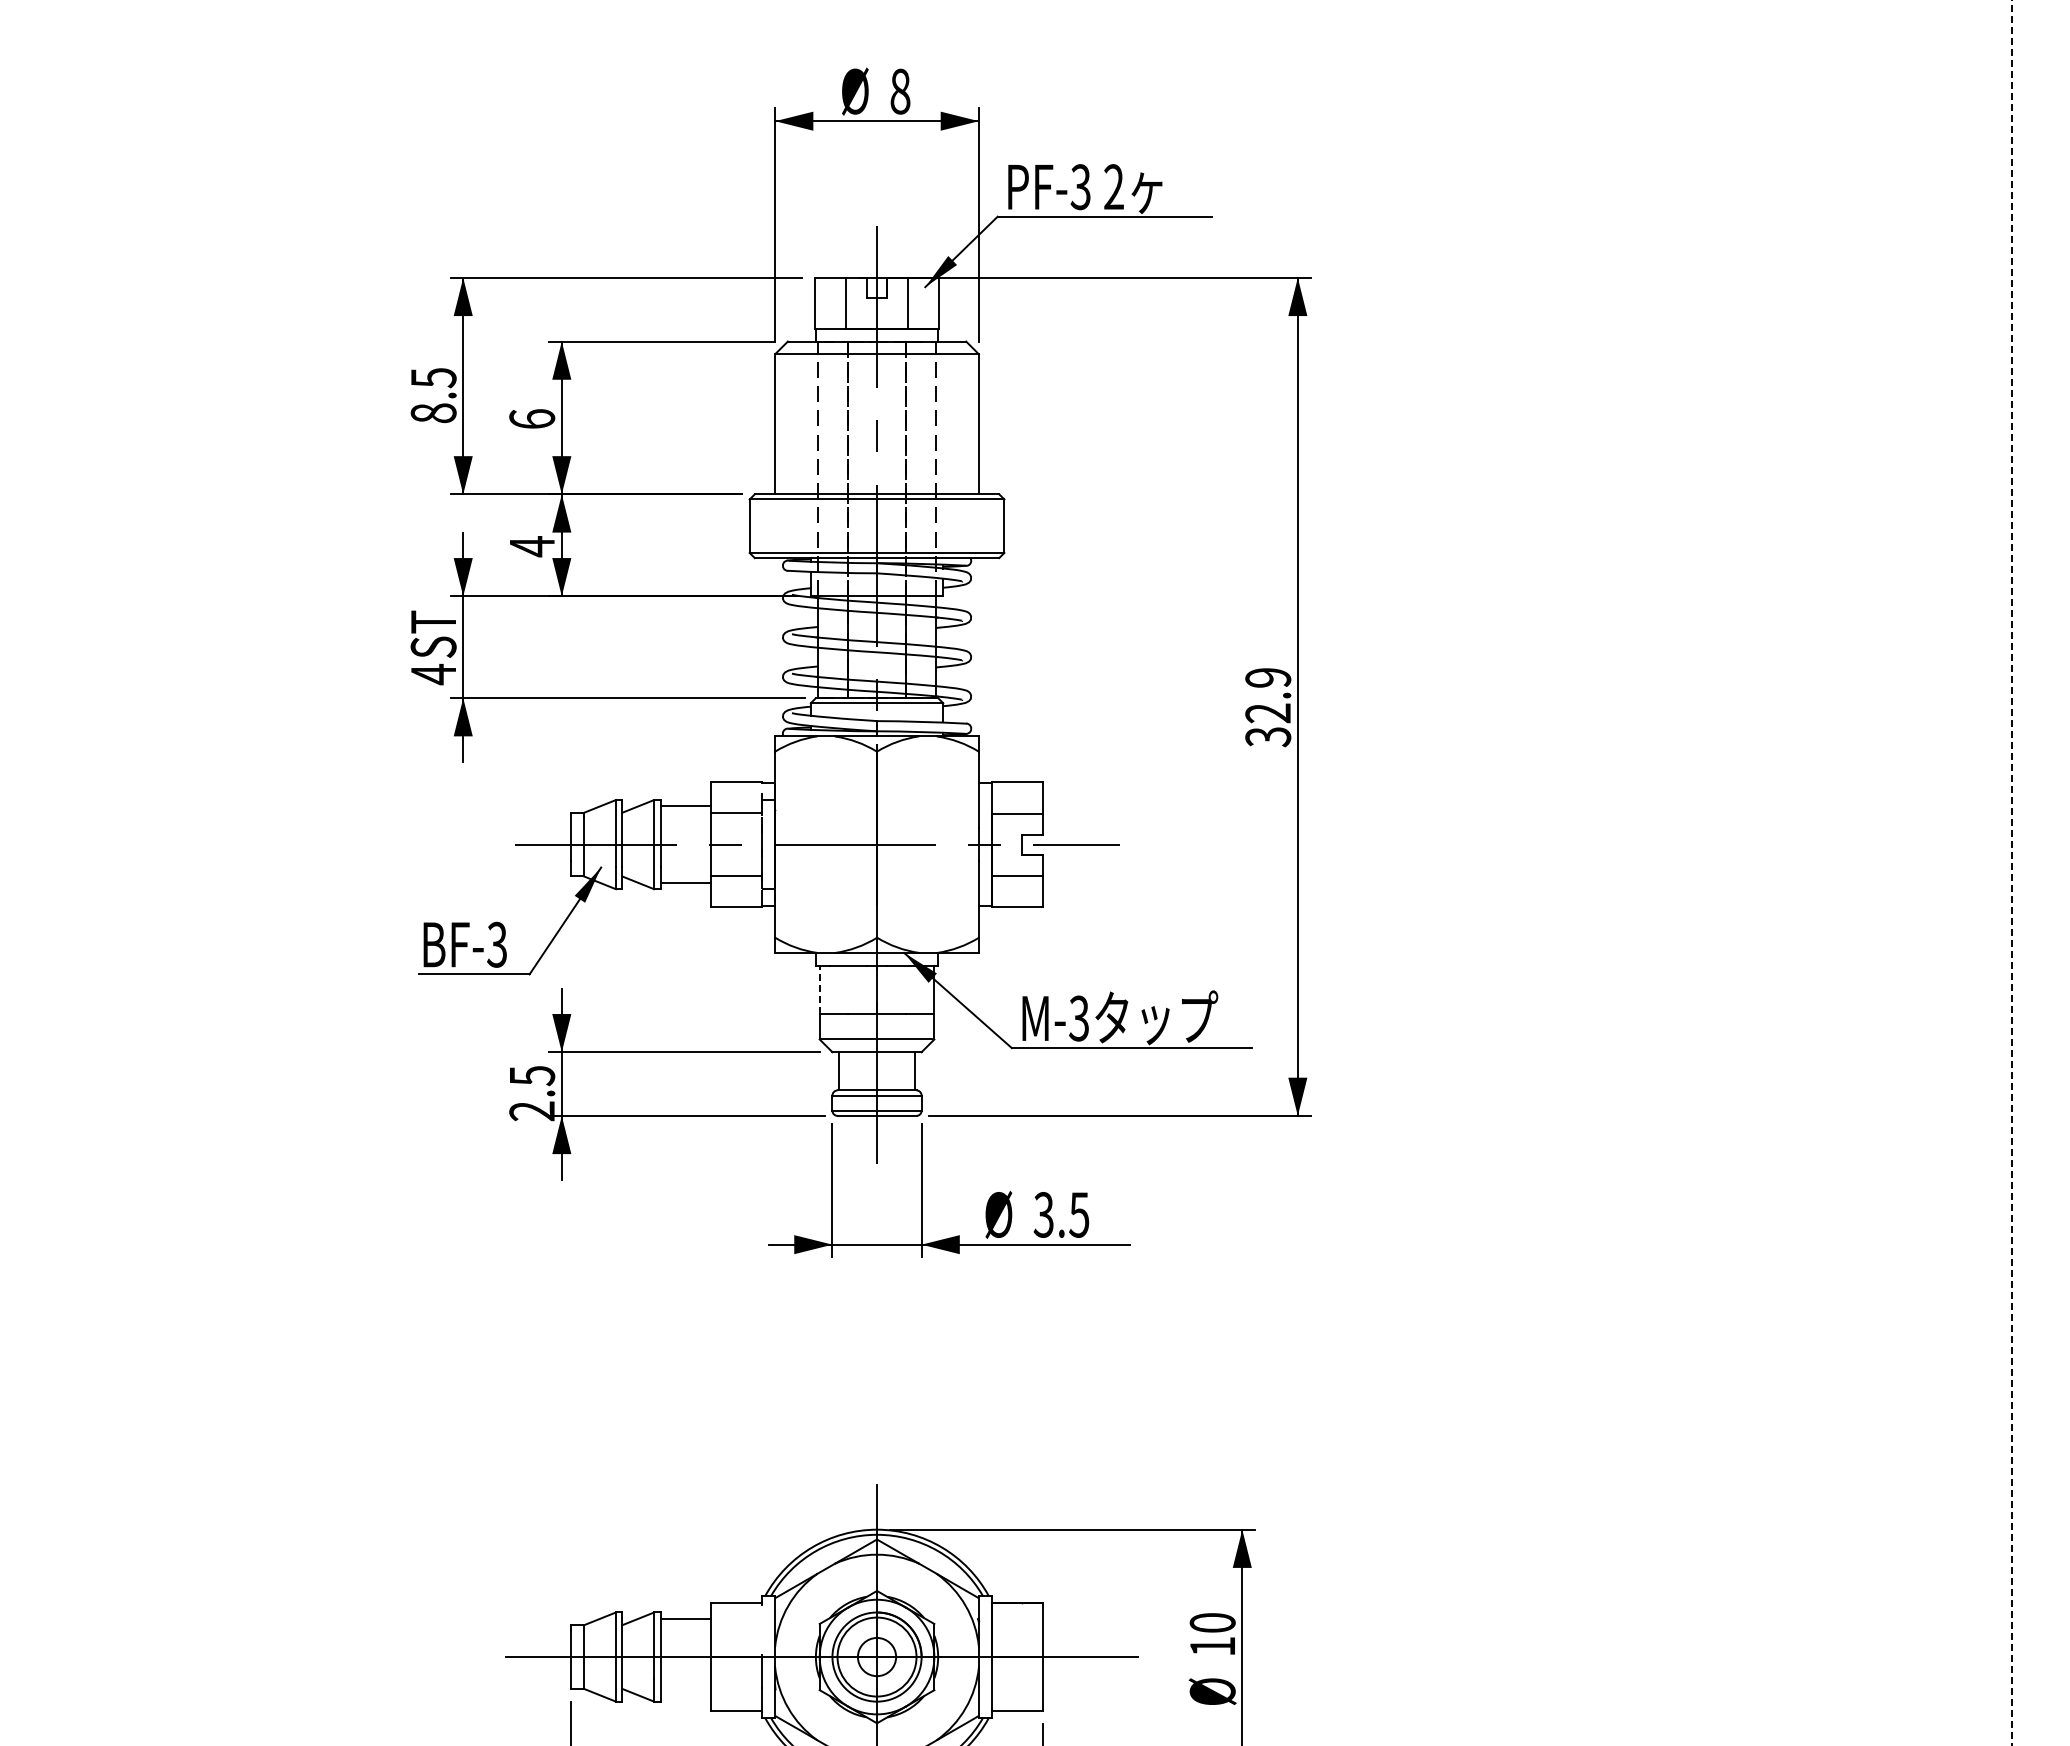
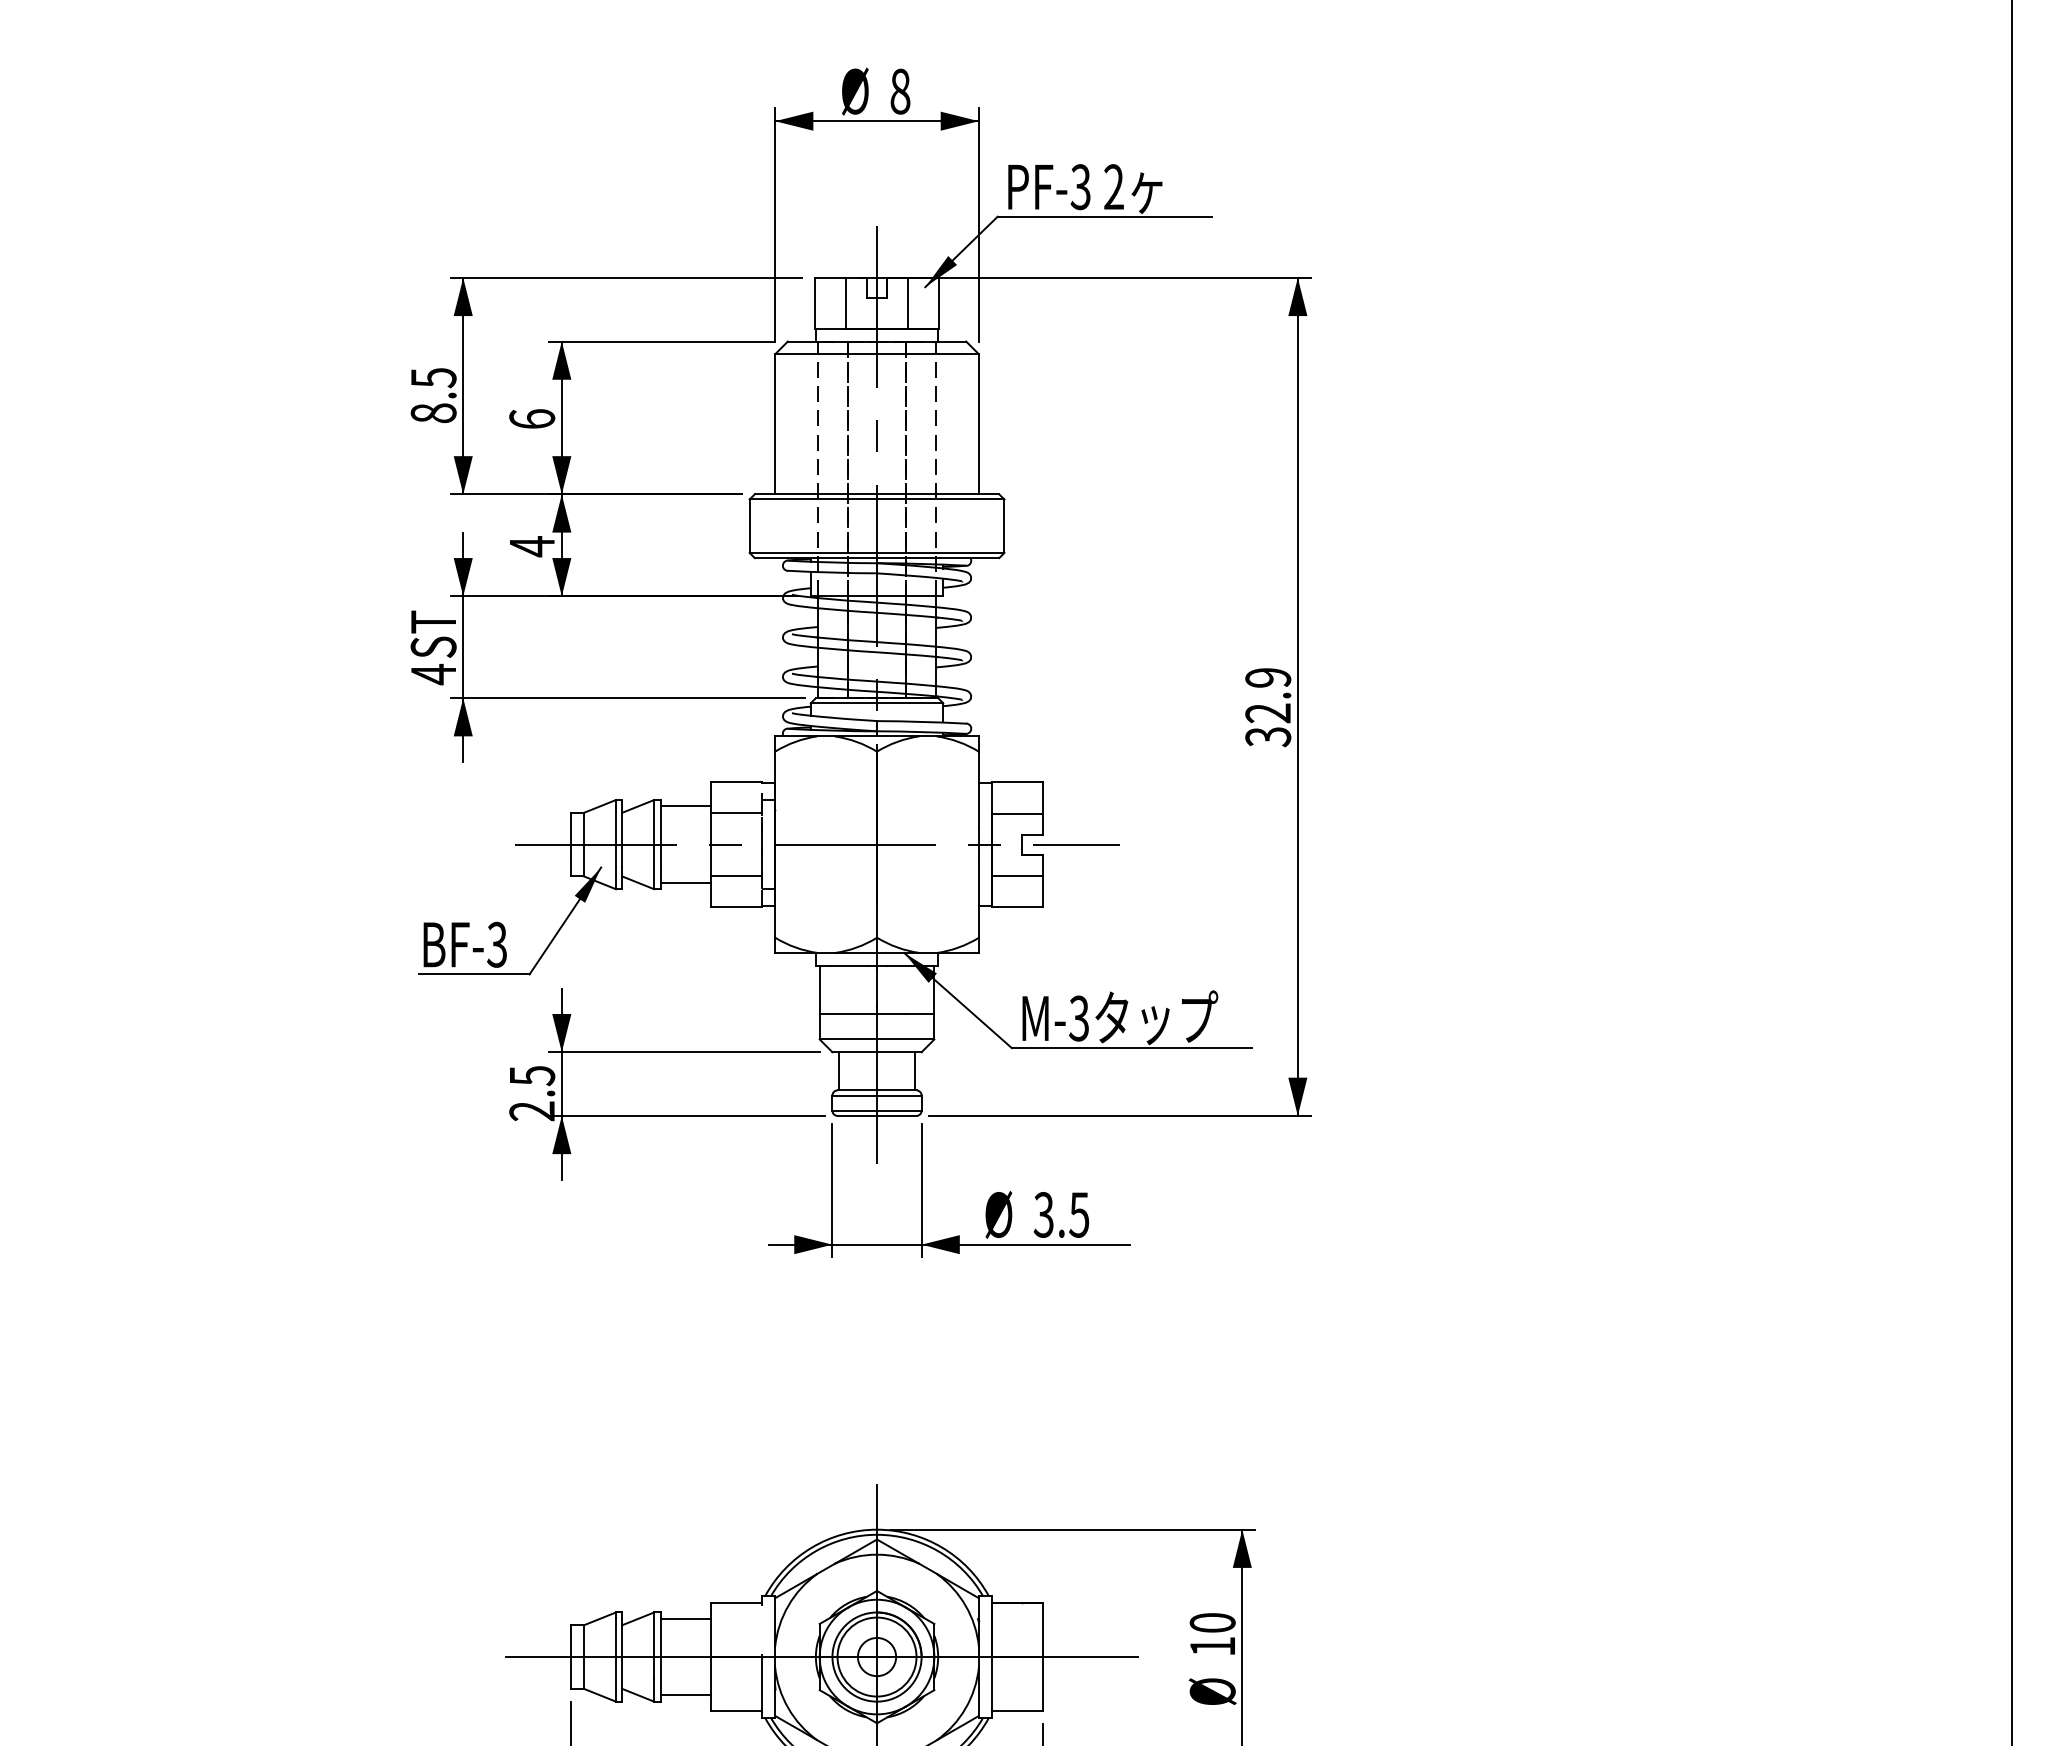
line at (2011, 873): dashed -> solid
line at (819, 989): dashed -> solid
line at (685, 1695): none -> present
